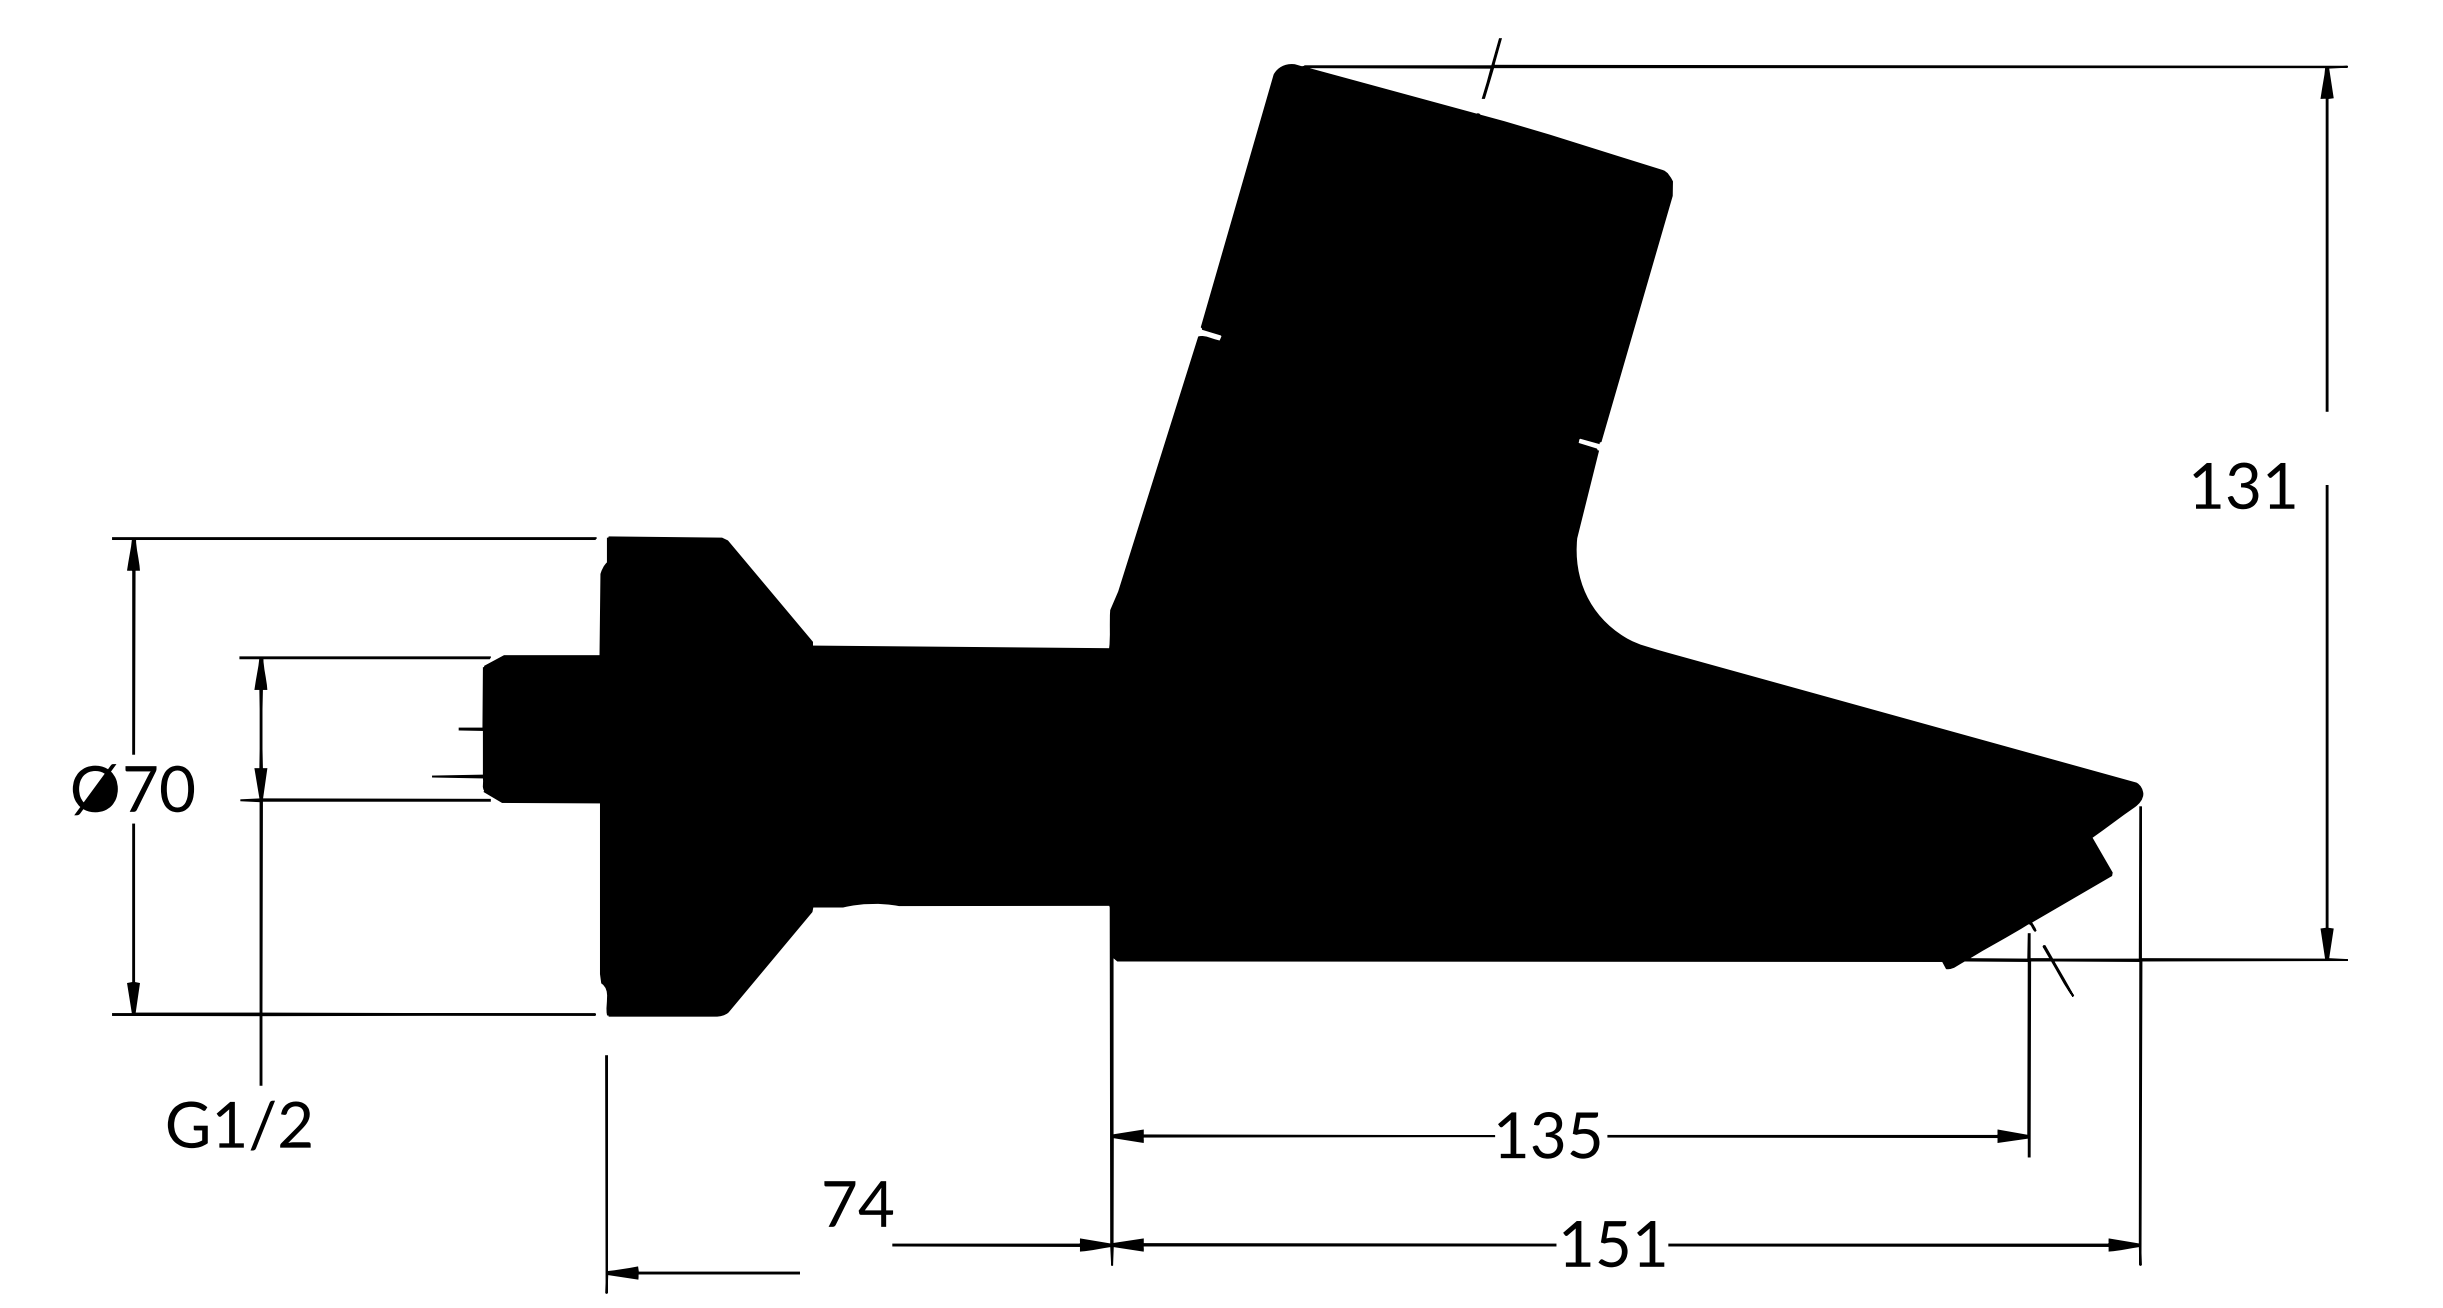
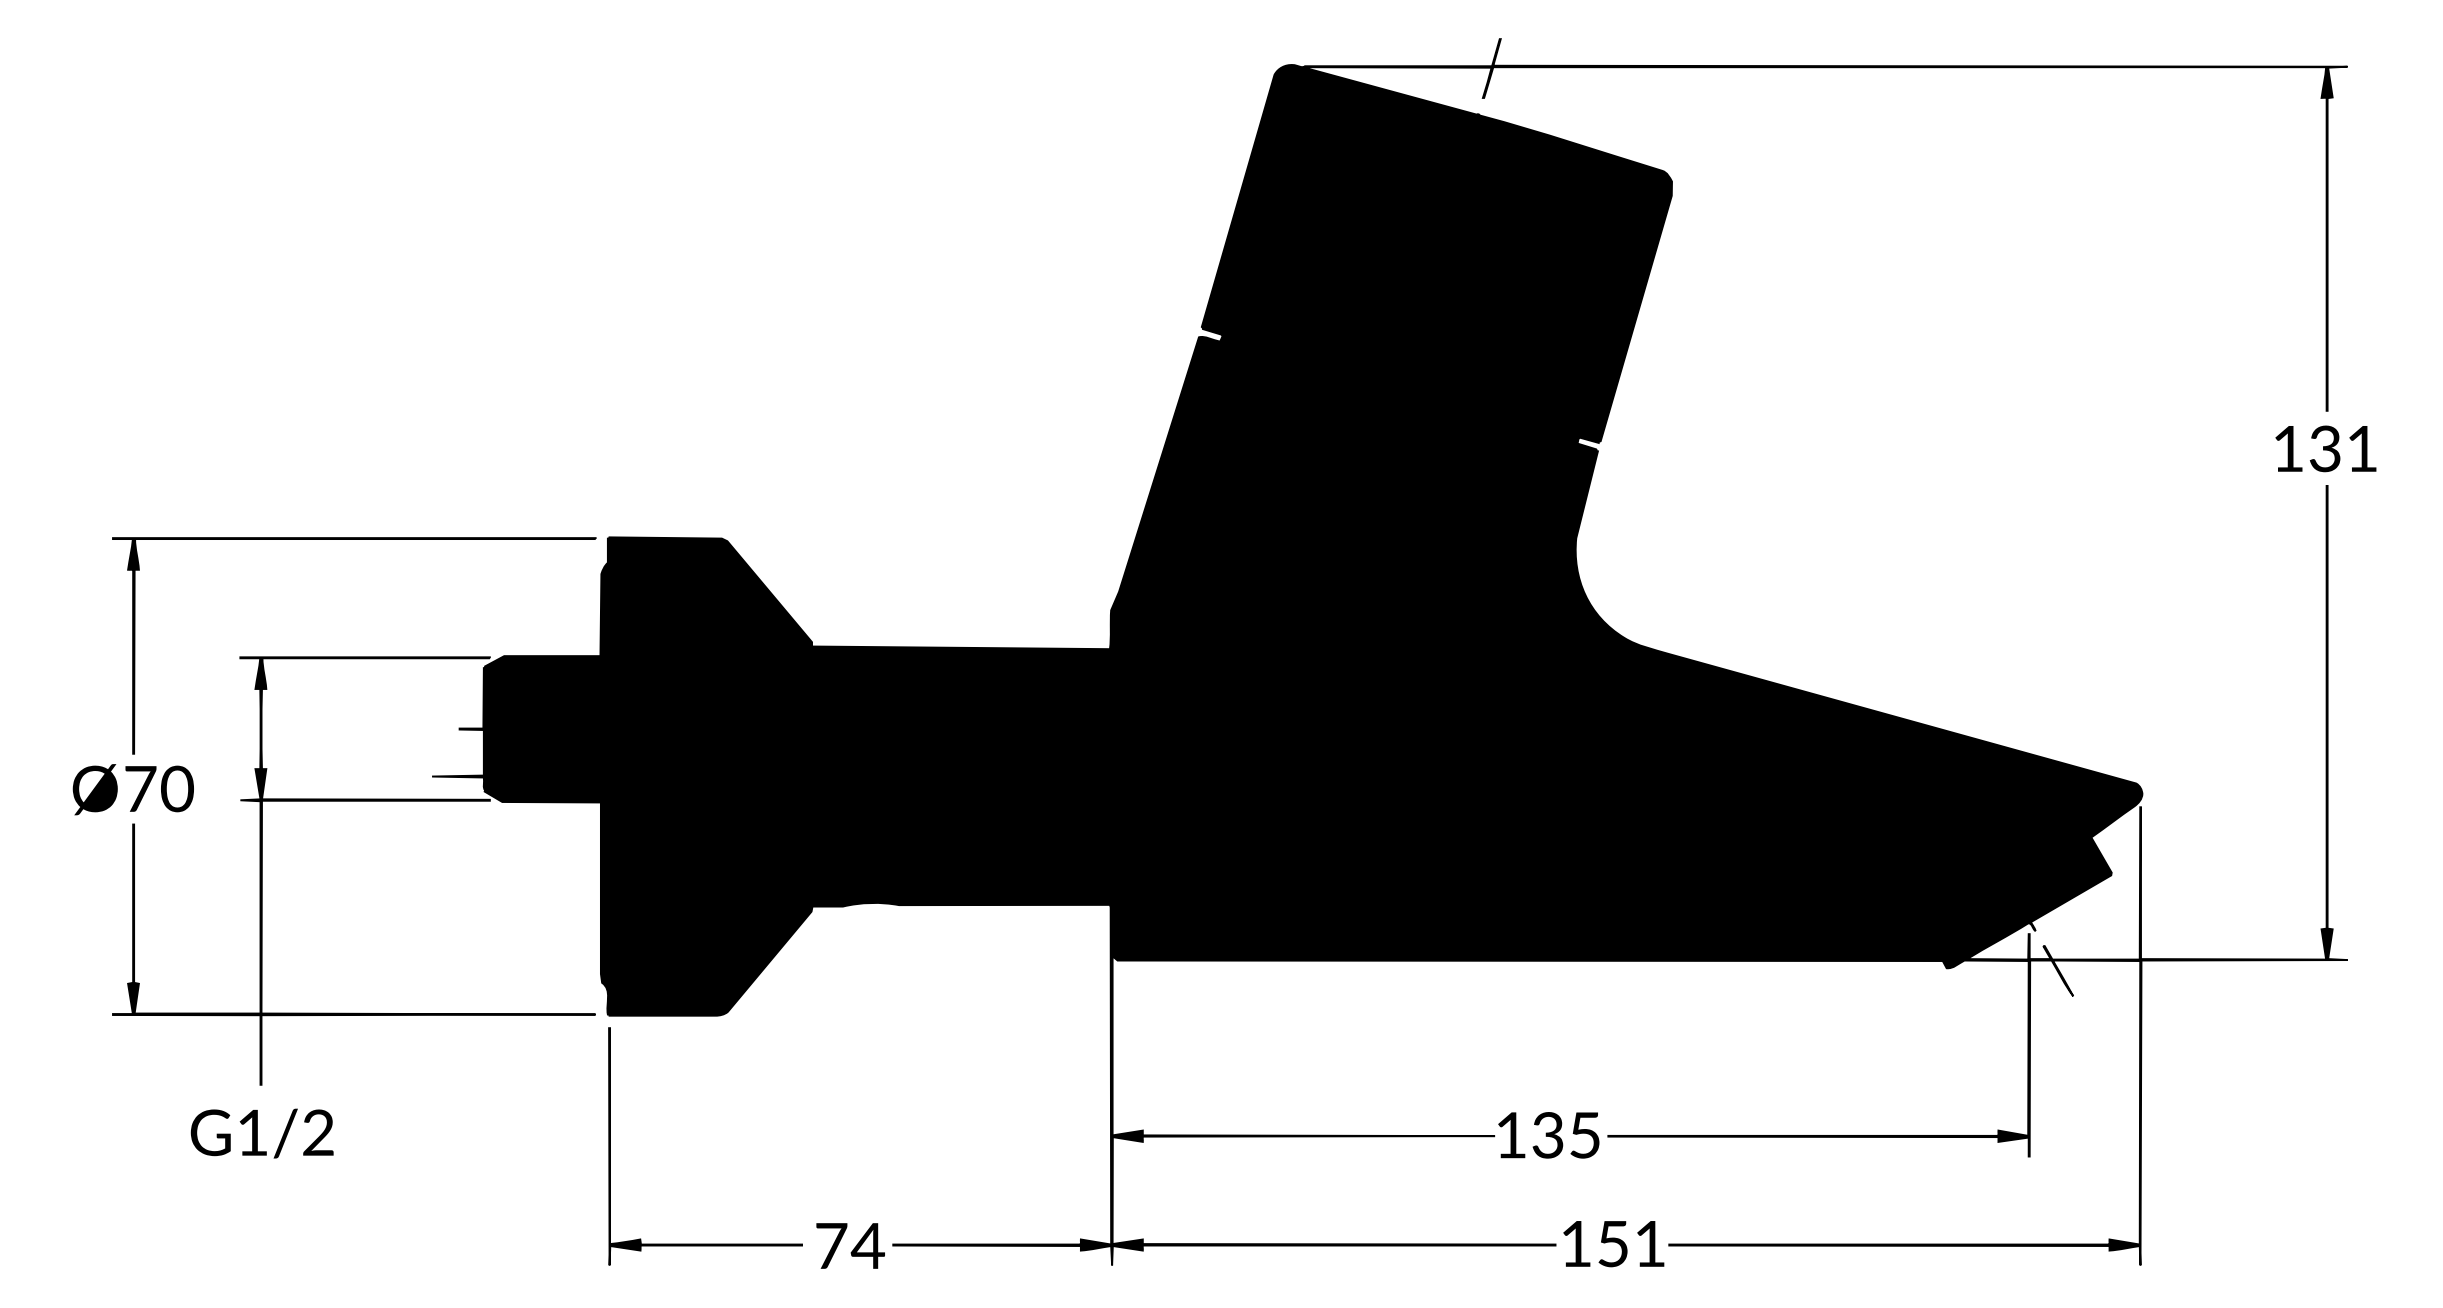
text at (2243, 485) position: (2243, 485) -> (2325, 448)
text at (238, 1125) position: (238, 1125) -> (261, 1133)
part at (607, 1174) position: (607, 1174) -> (610, 1146)
text at (858, 1203) position: (858, 1203) -> (850, 1245)
